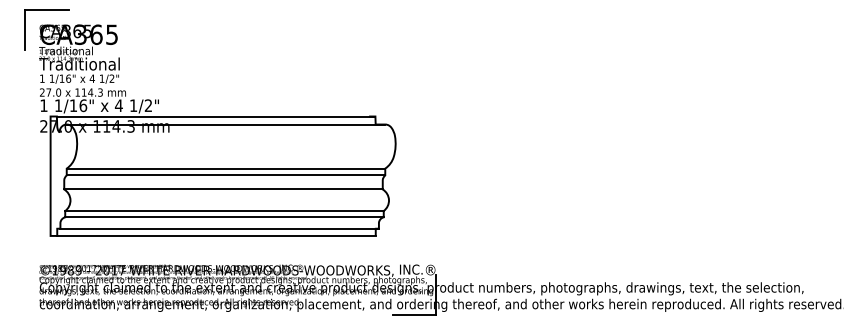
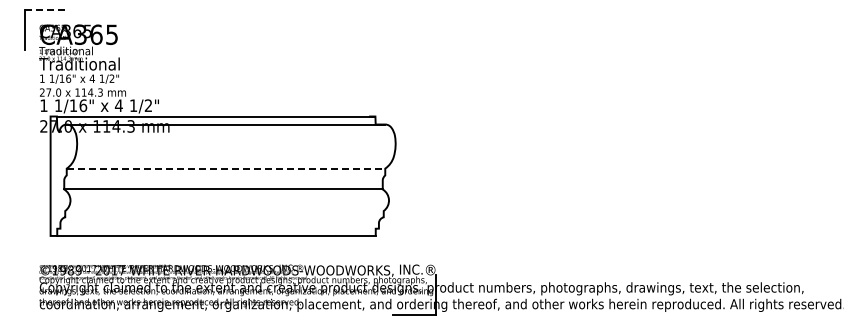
line at (47, 9): solid -> dashed
line at (226, 168): solid -> dashed
line at (225, 175): present -> none
line at (224, 211): present -> none
line at (224, 217): present -> none
line at (219, 228): present -> none
